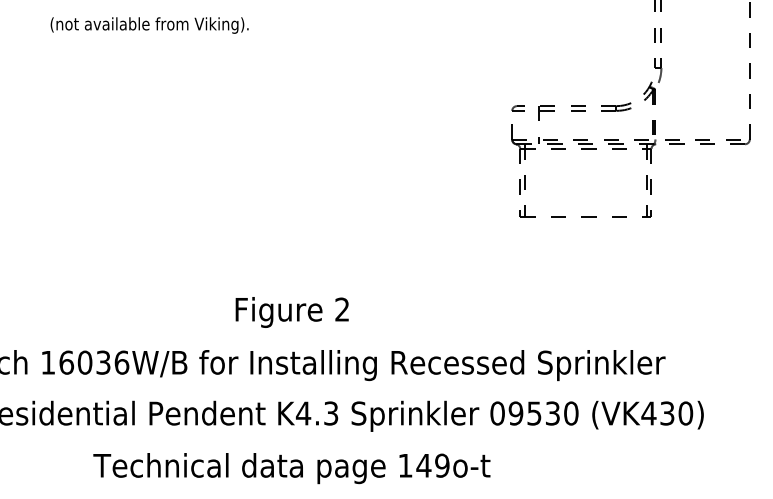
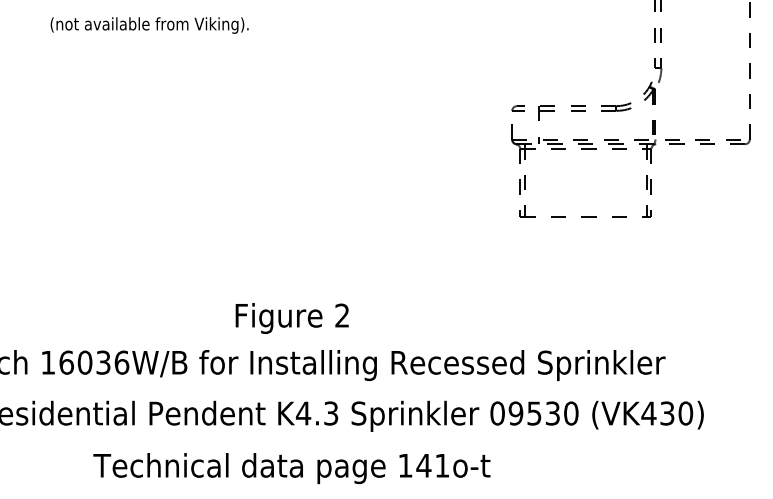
text at (291, 312) position: (291, 312) -> (291, 318)
text at (442, 465): 149o-t -> 141o-t
